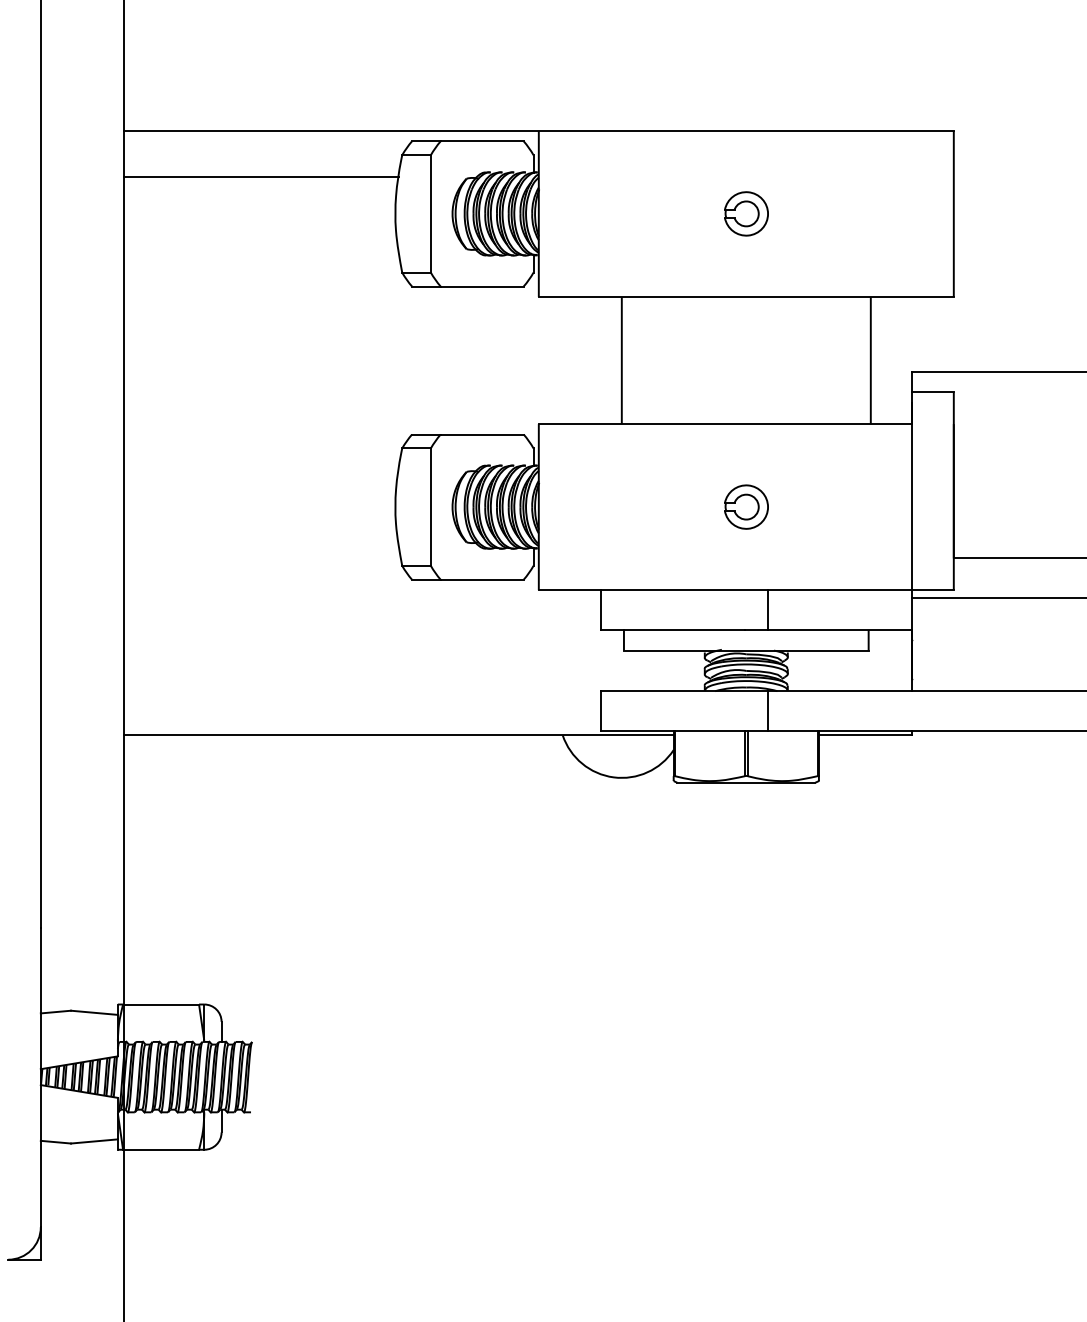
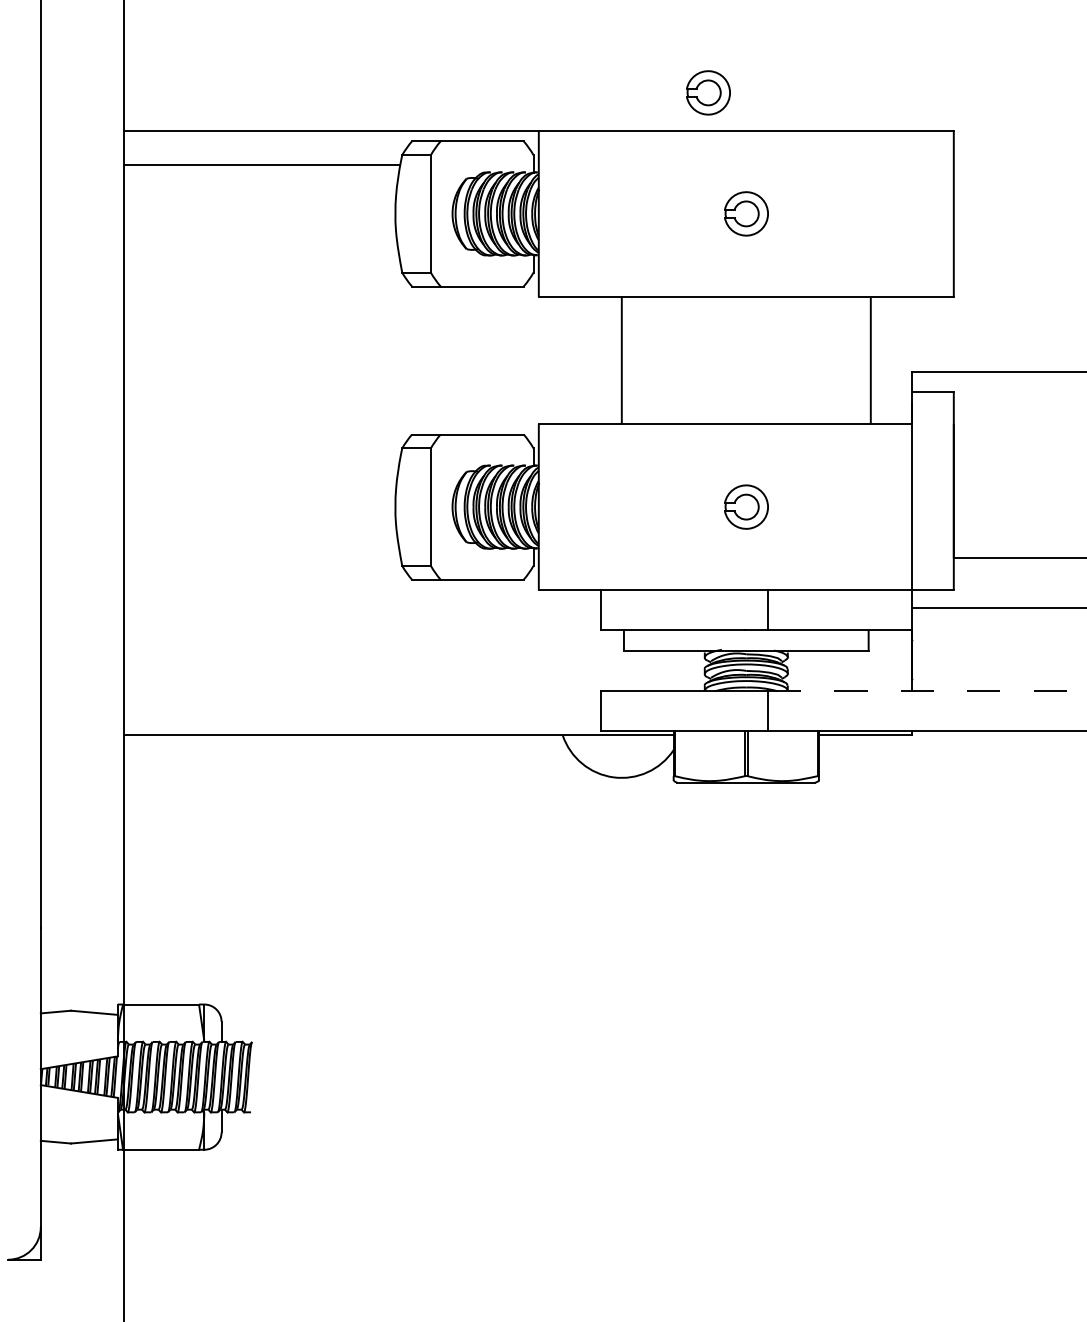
part at (708, 92): none -> present
line at (260, 176) position: (260, 176) -> (260, 164)
line at (997, 598) position: (997, 598) -> (997, 608)
line at (927, 691): solid -> dashed
